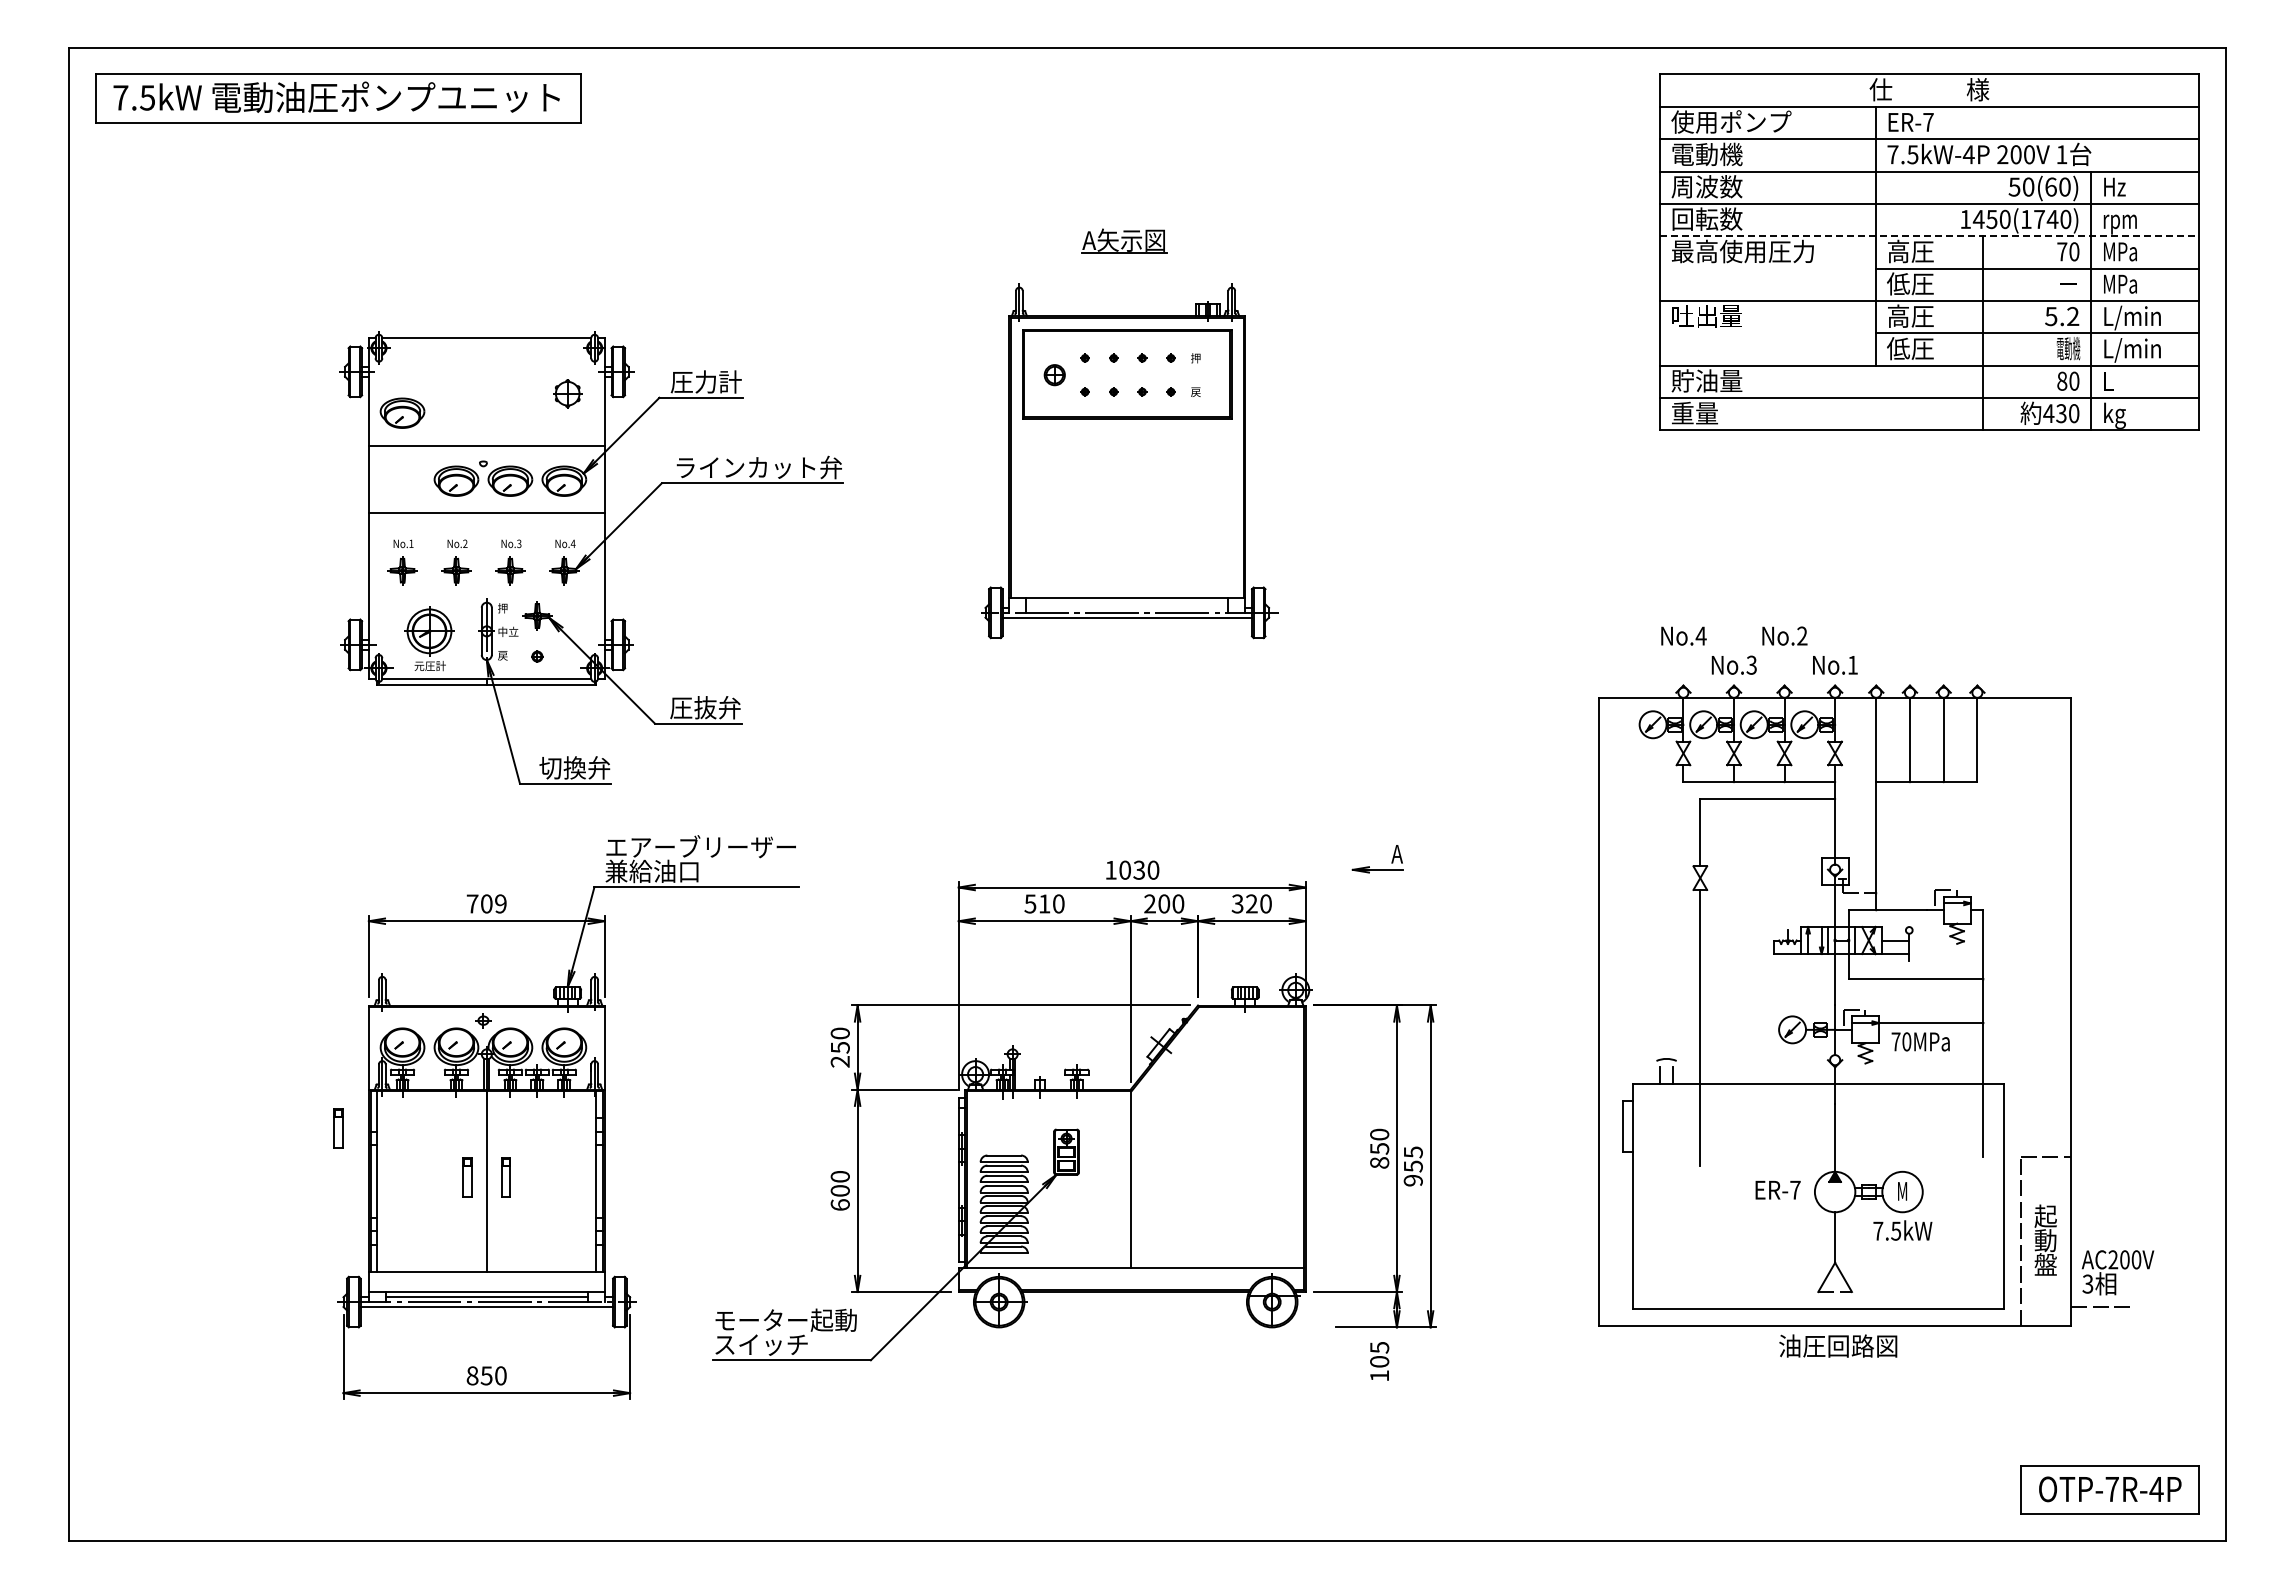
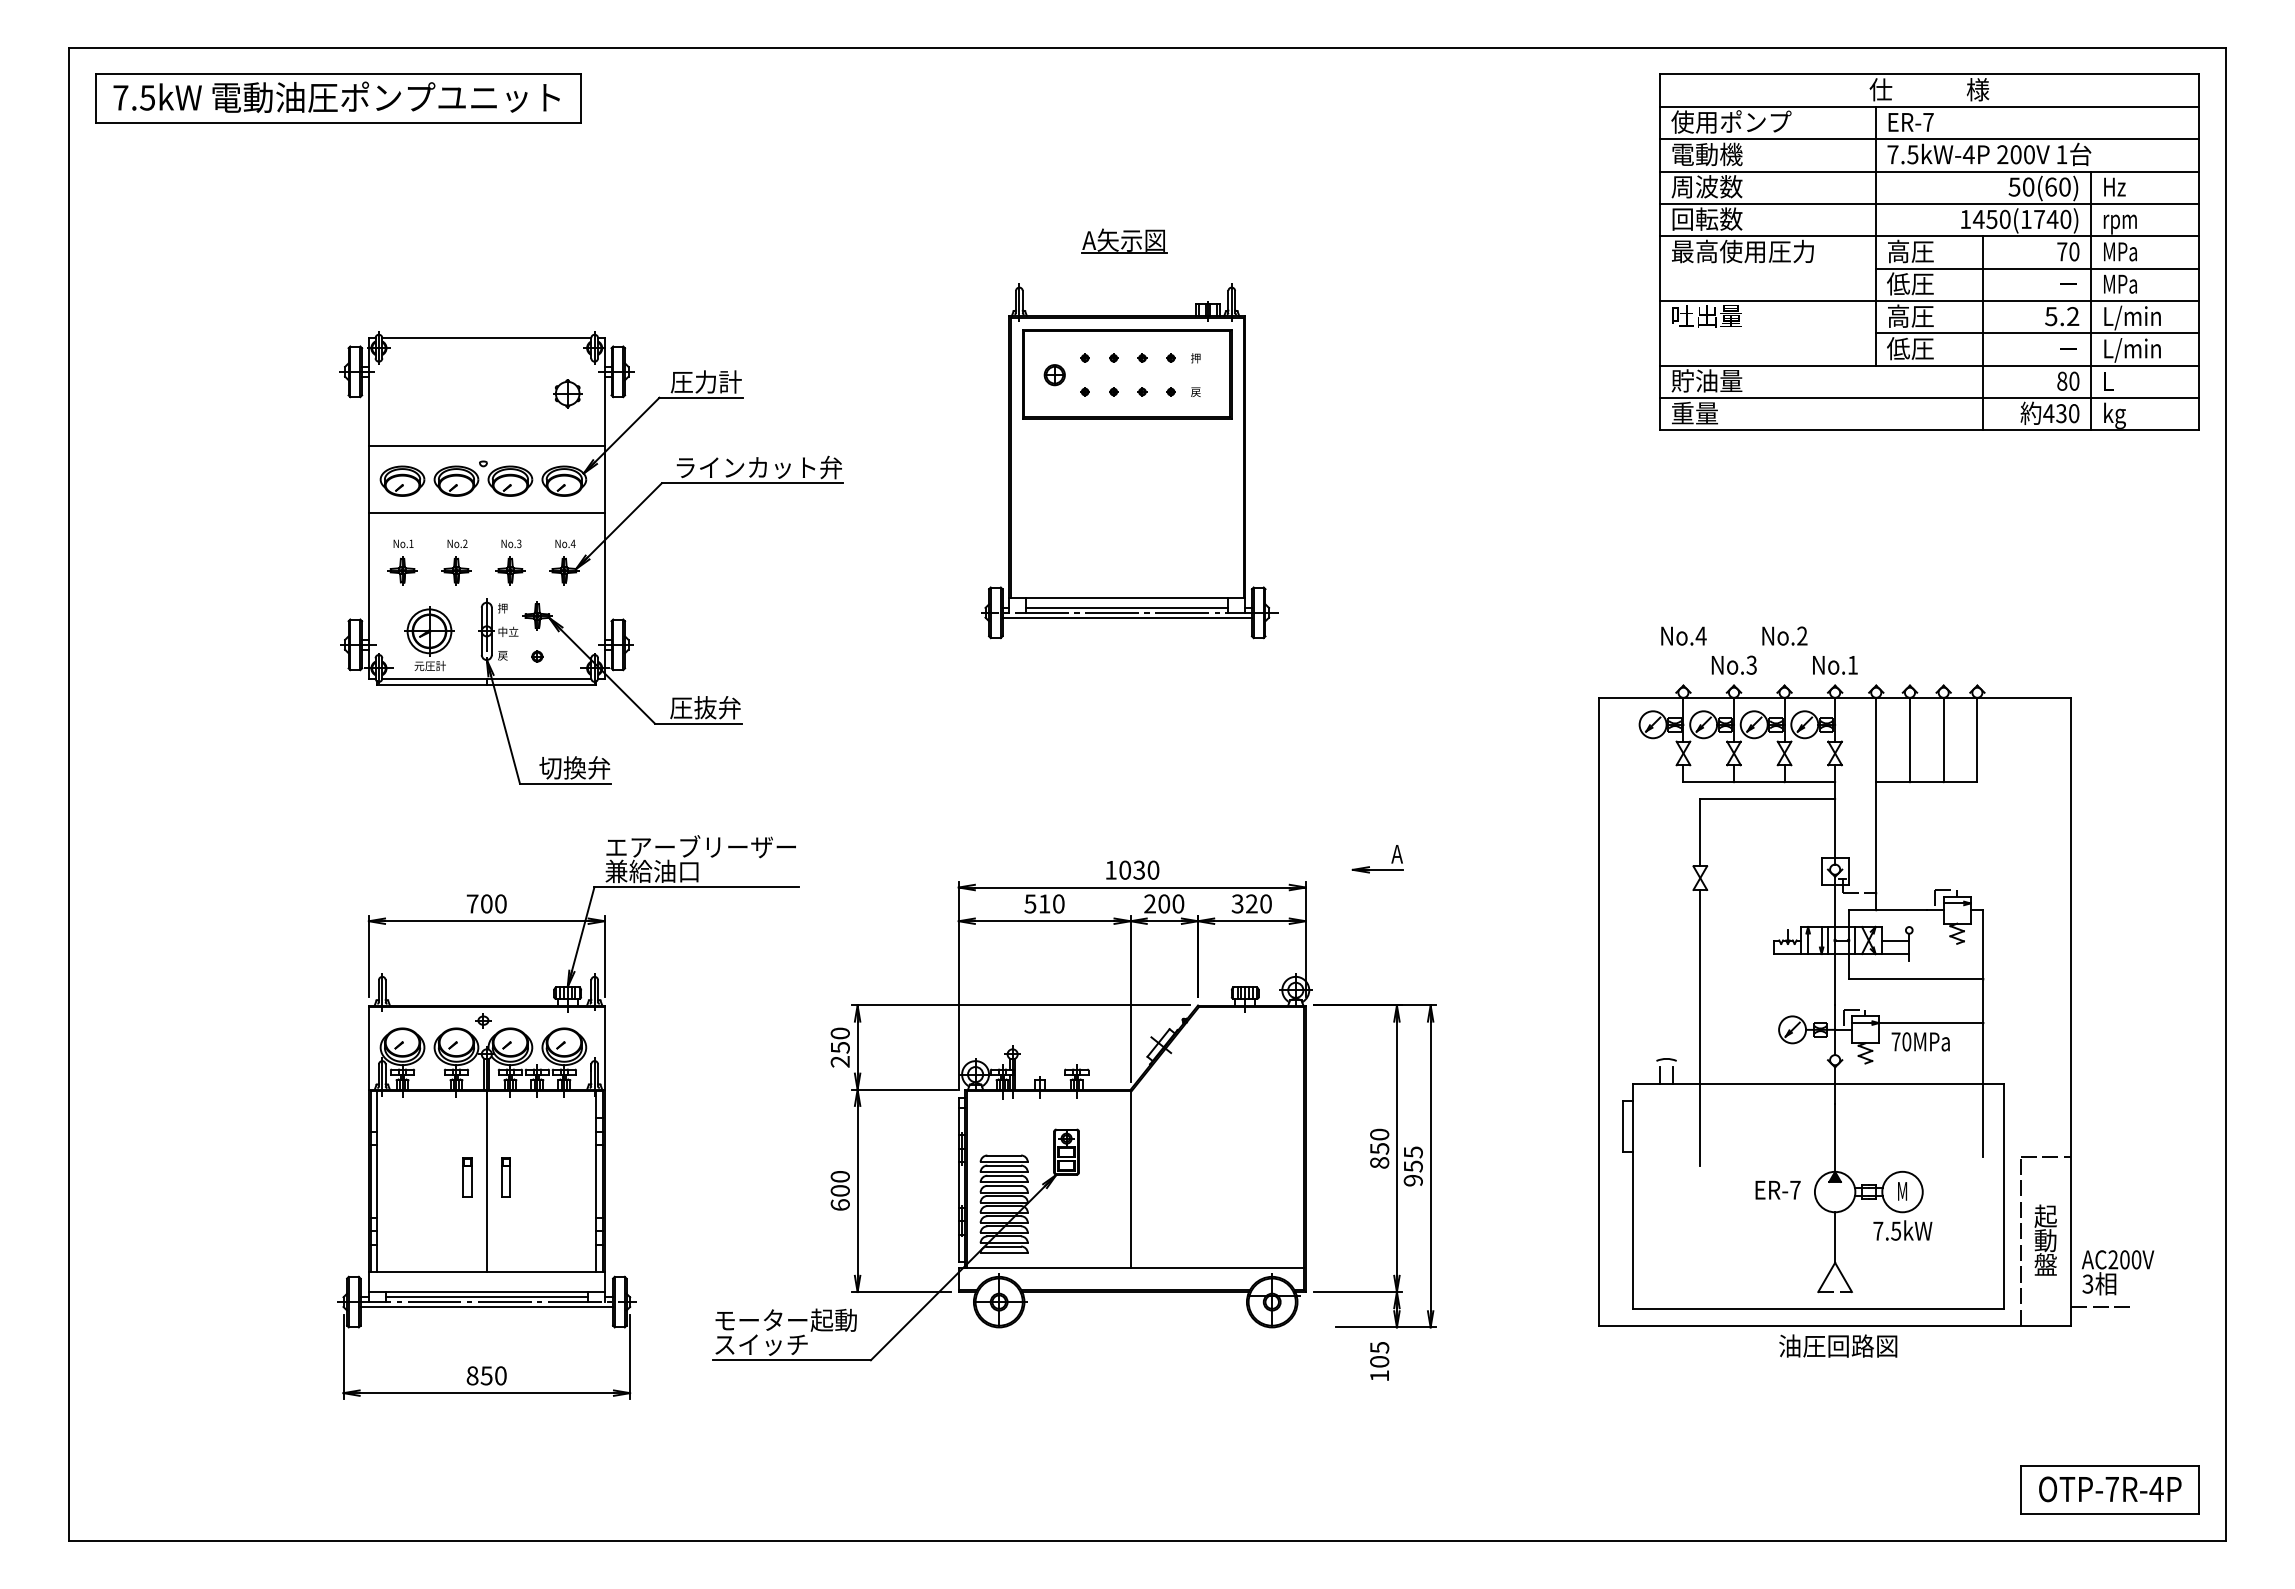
line at (1929, 236): dashed -> solid
text at (2068, 348): 電動機 -> －
part at (402, 412) position: (402, 412) -> (402, 480)
line at (1127, 607): none -> present
text at (500, 903): 709 -> 700
part at (338, 1128): present -> none
